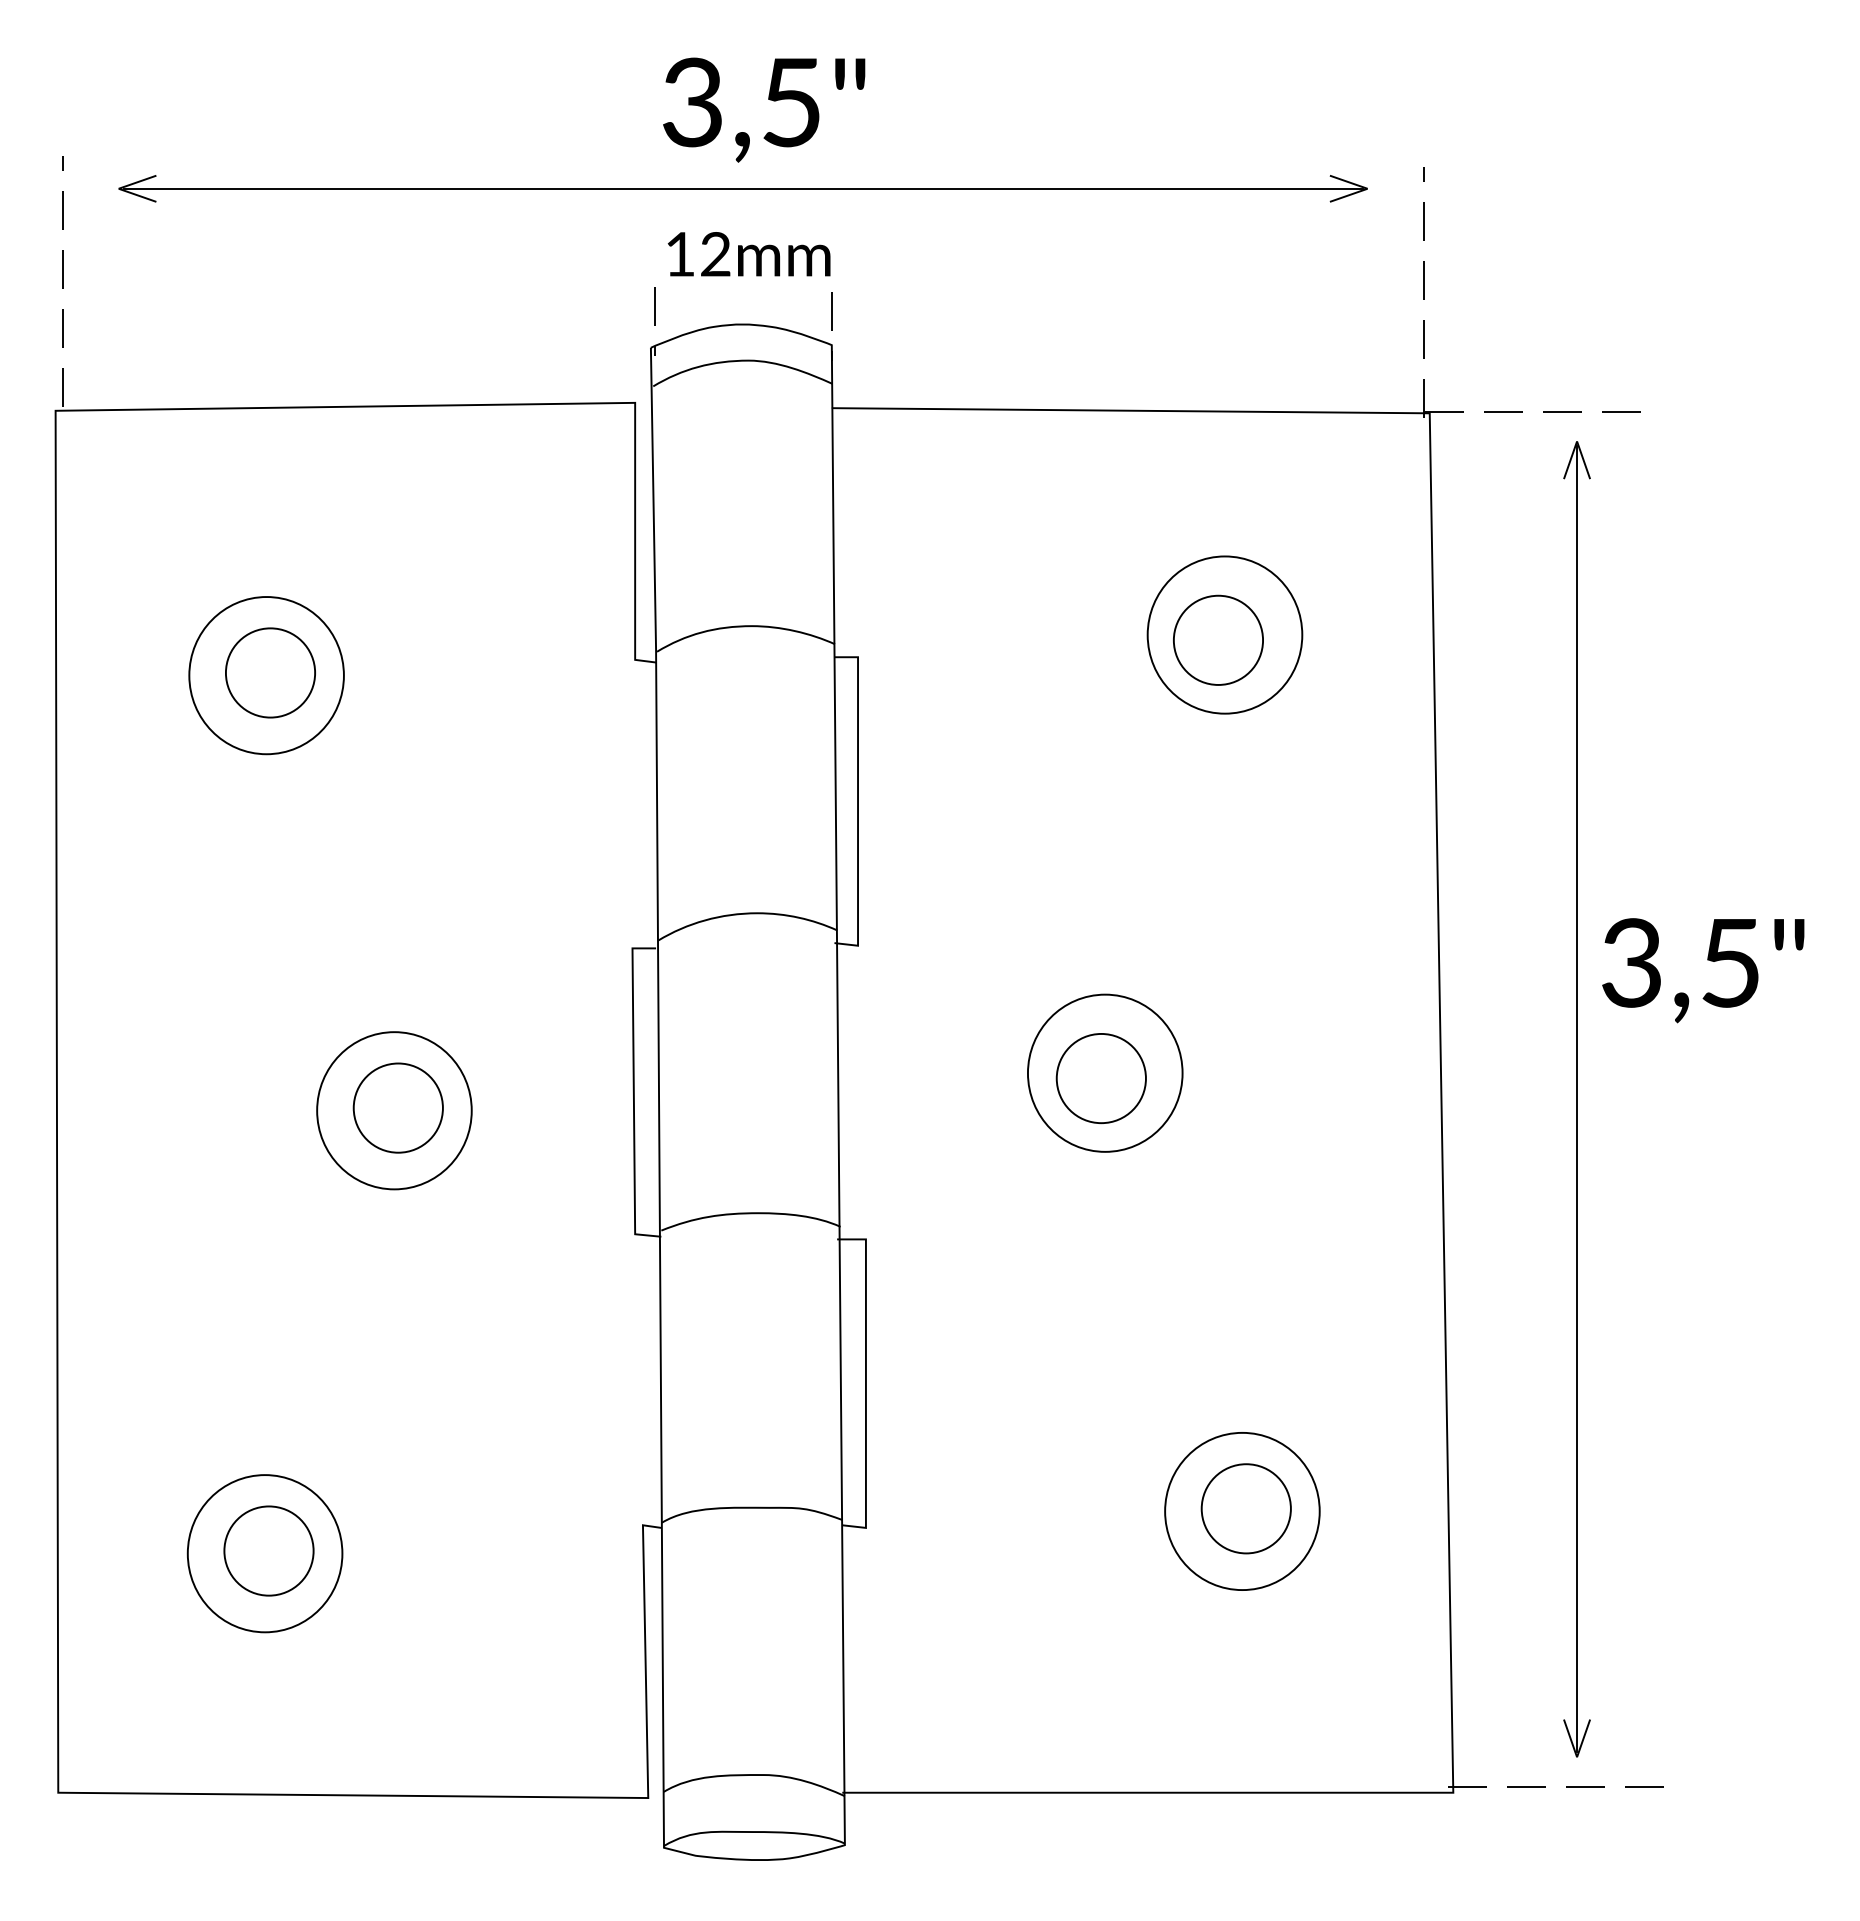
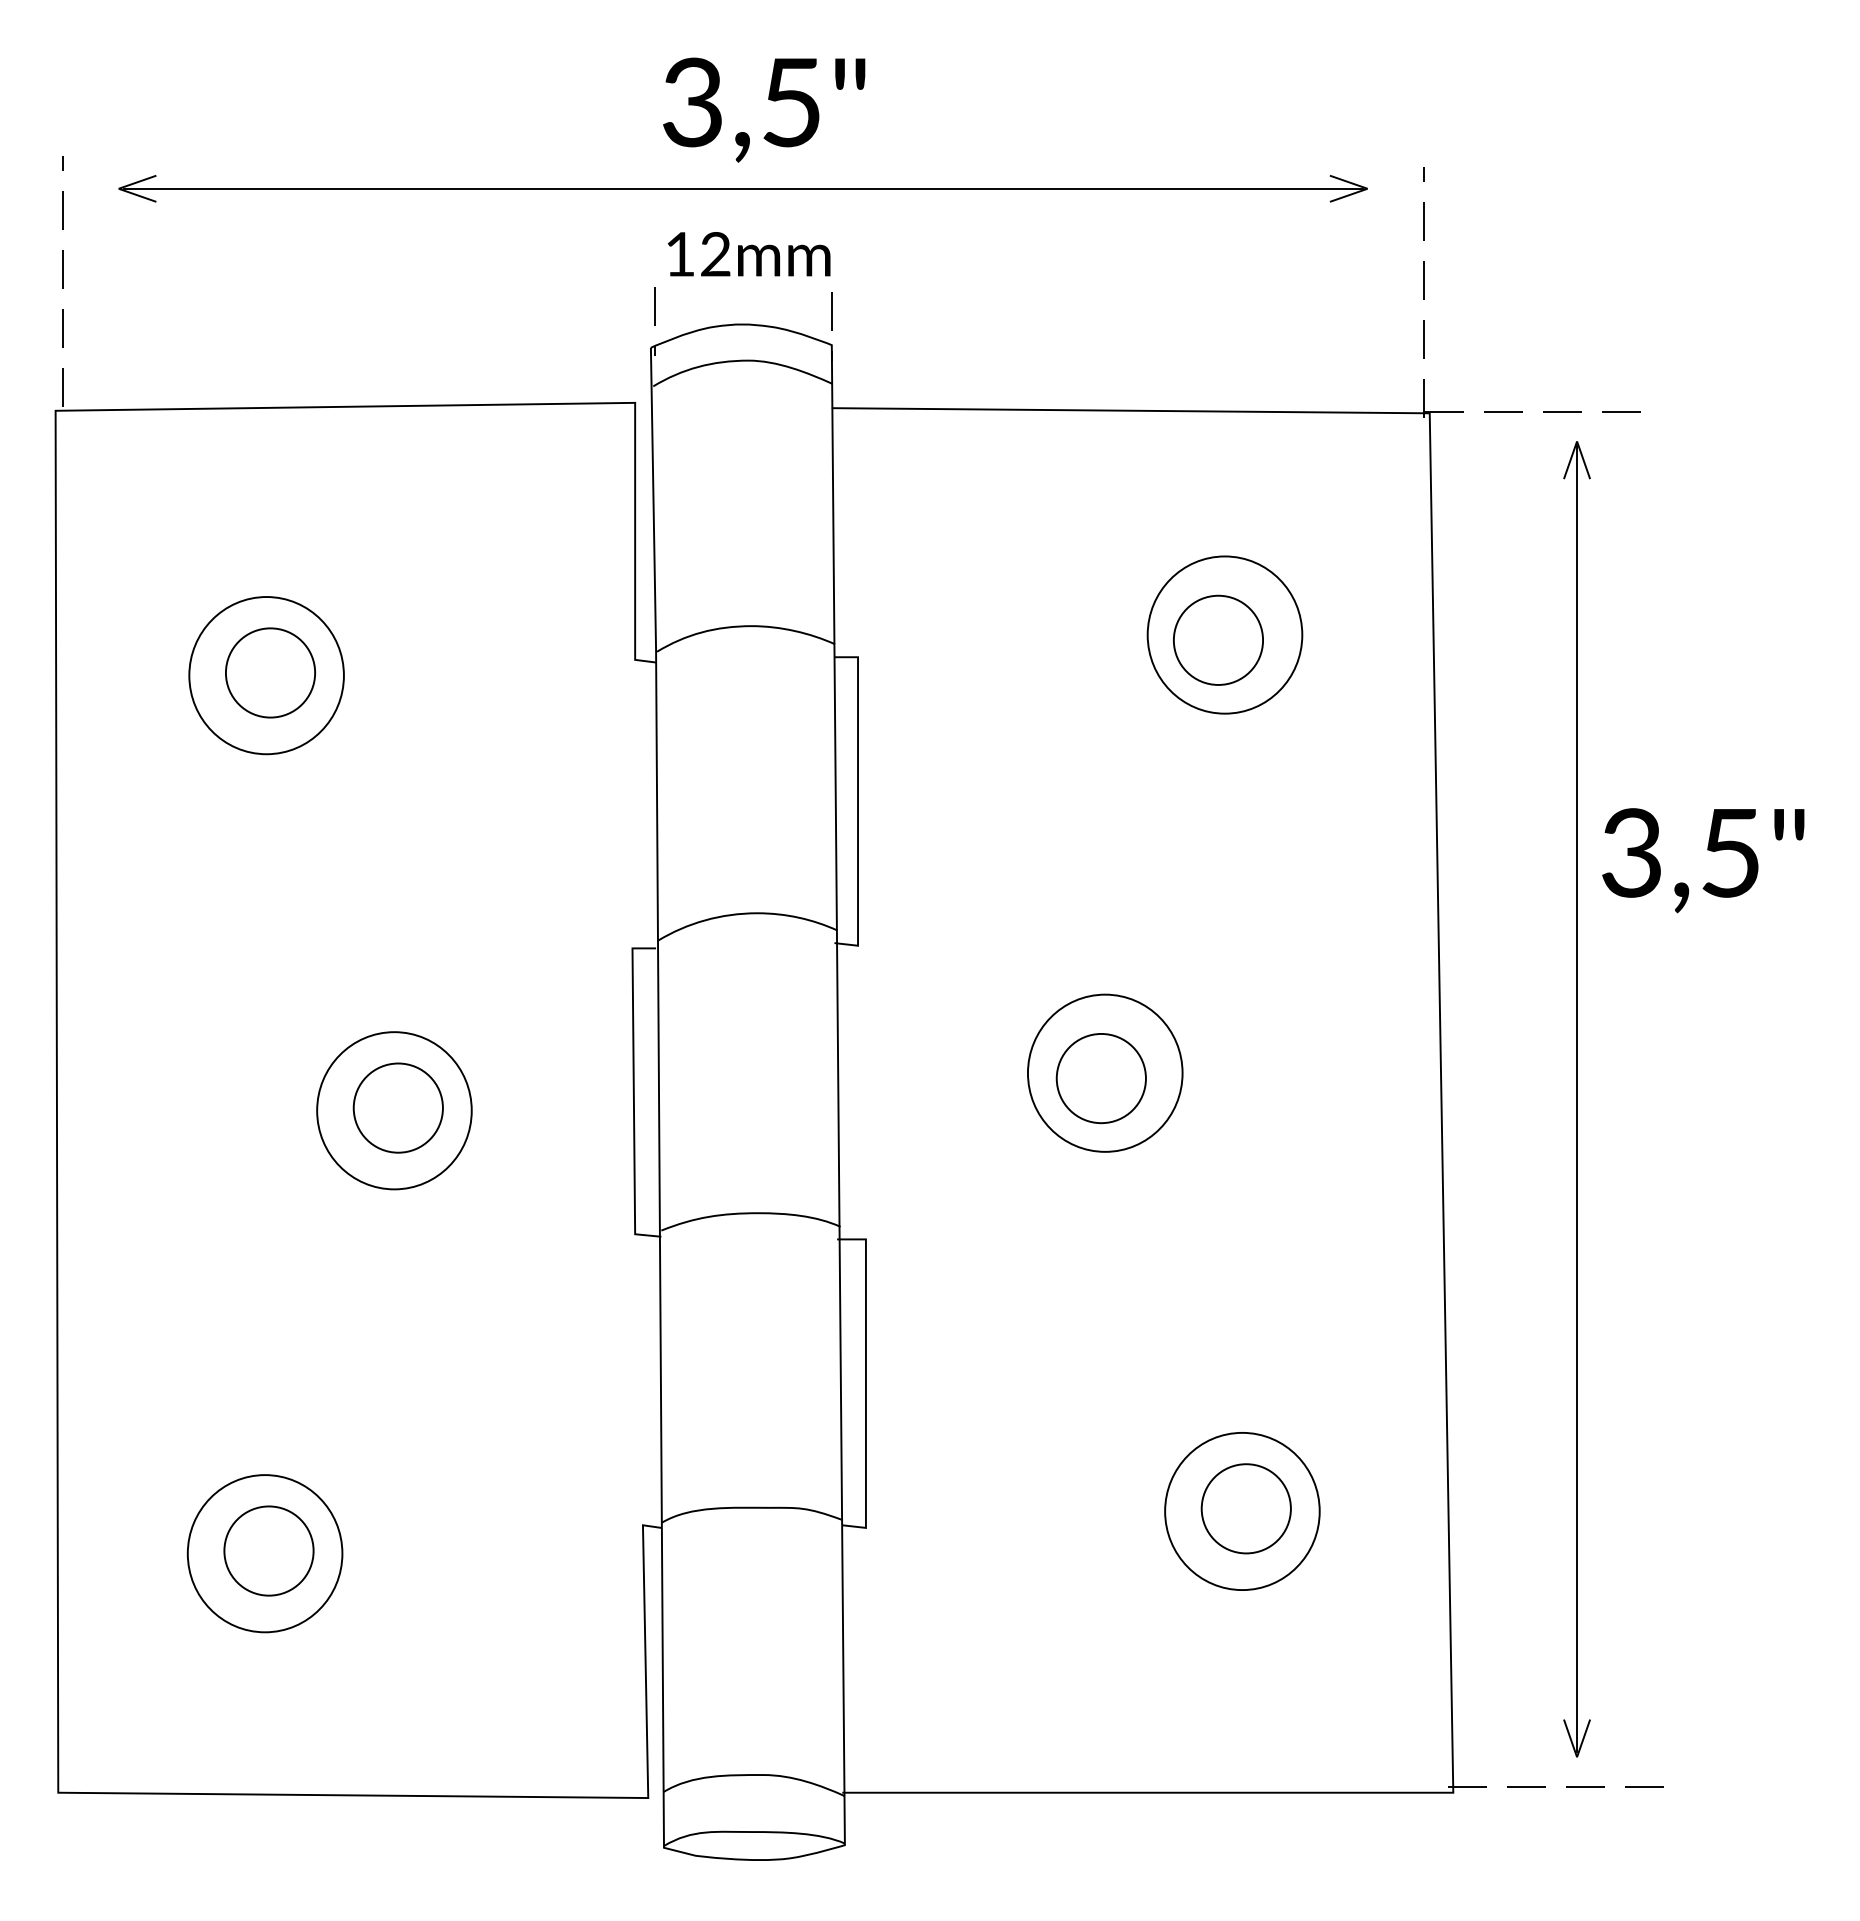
part at (1707, 960) position: (1707, 960) -> (1707, 850)
